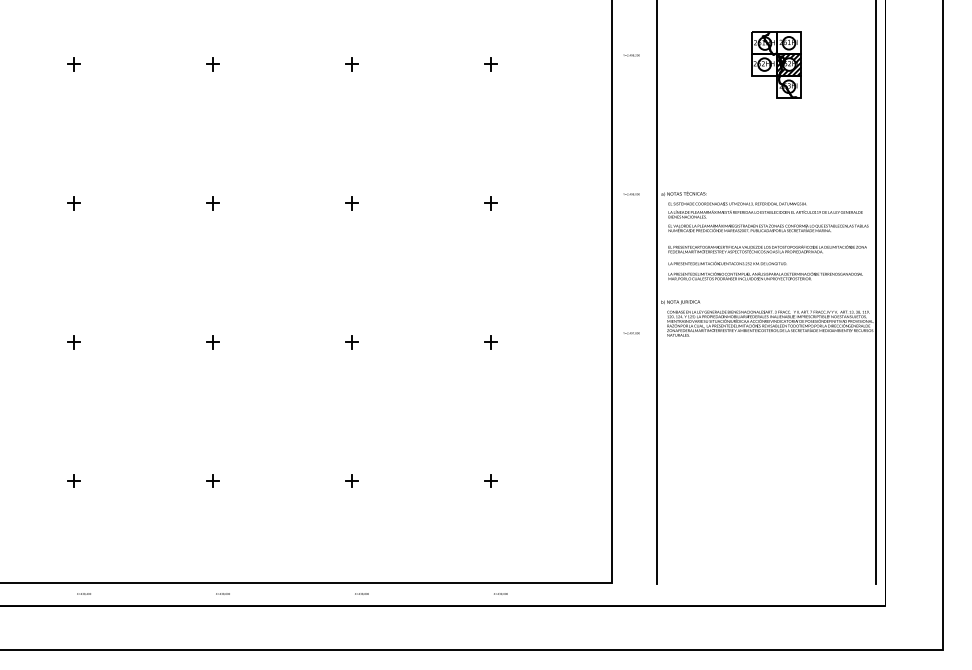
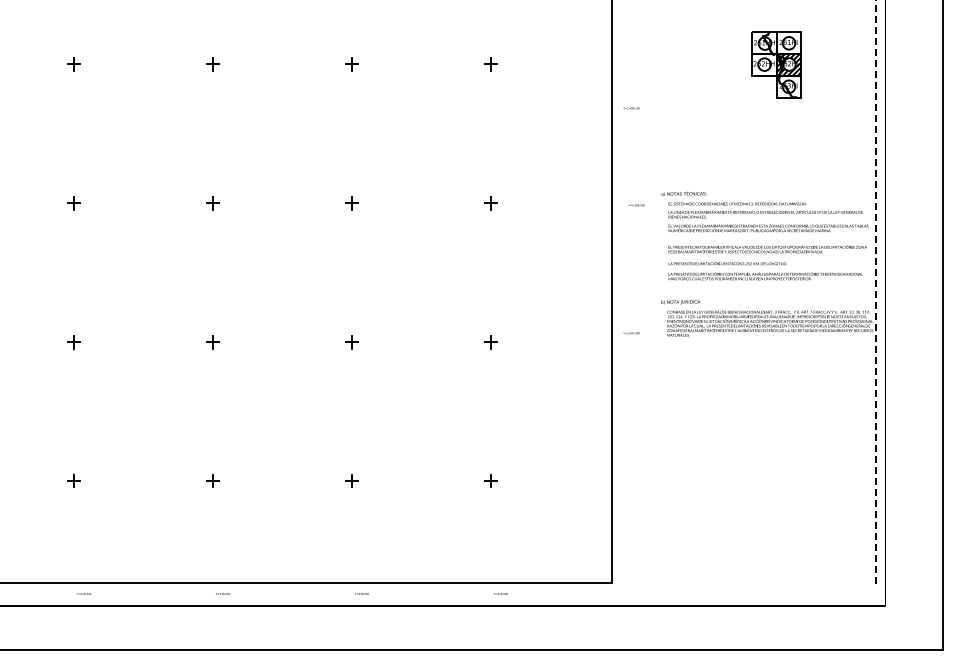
text at (631, 55) position: (631, 55) -> (631, 108)
text at (631, 194) position: (631, 194) -> (636, 205)
line at (875, 292): solid -> dashed
line at (657, 293): present -> none
